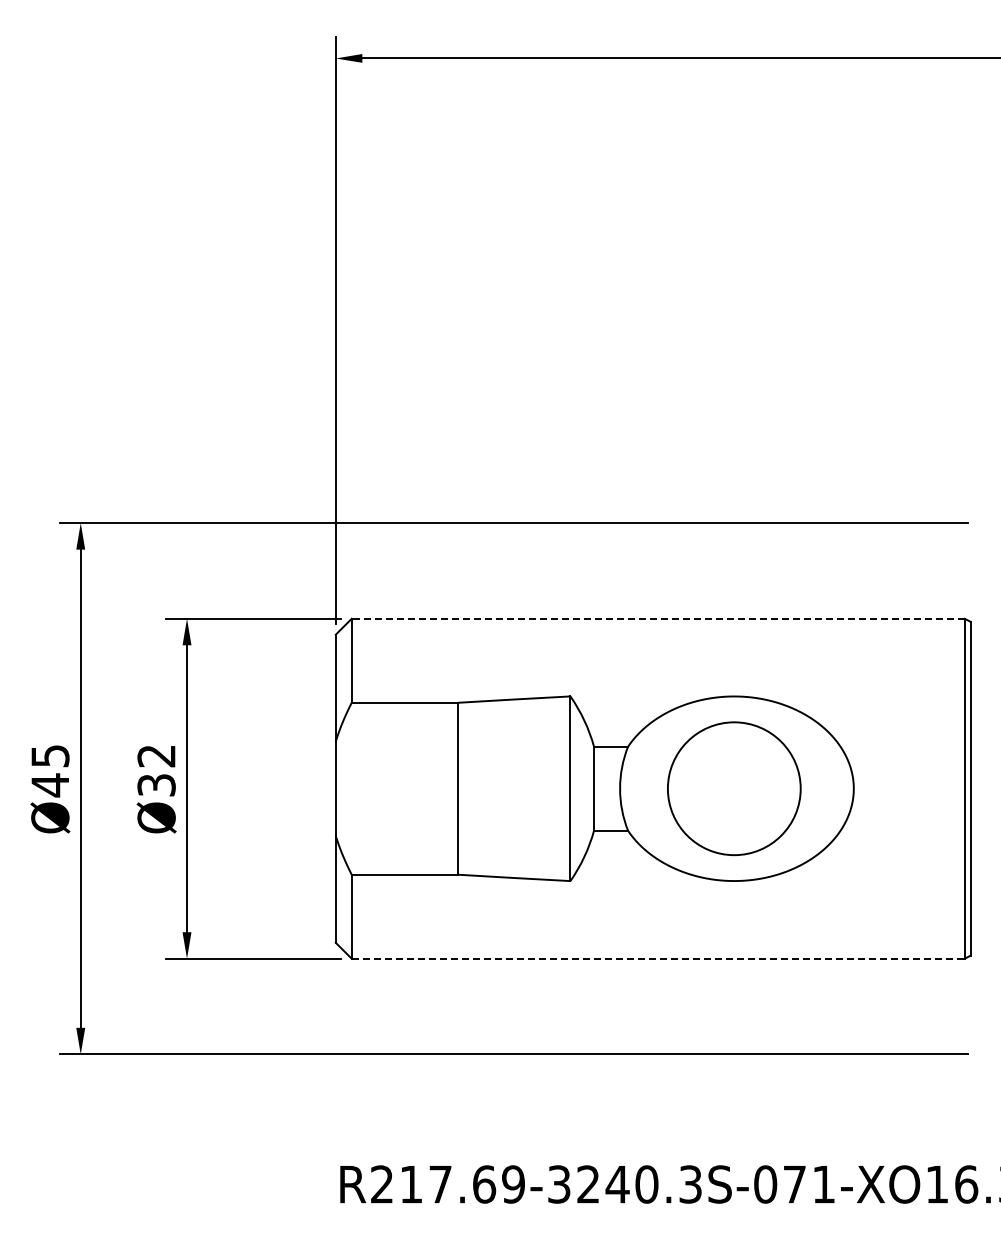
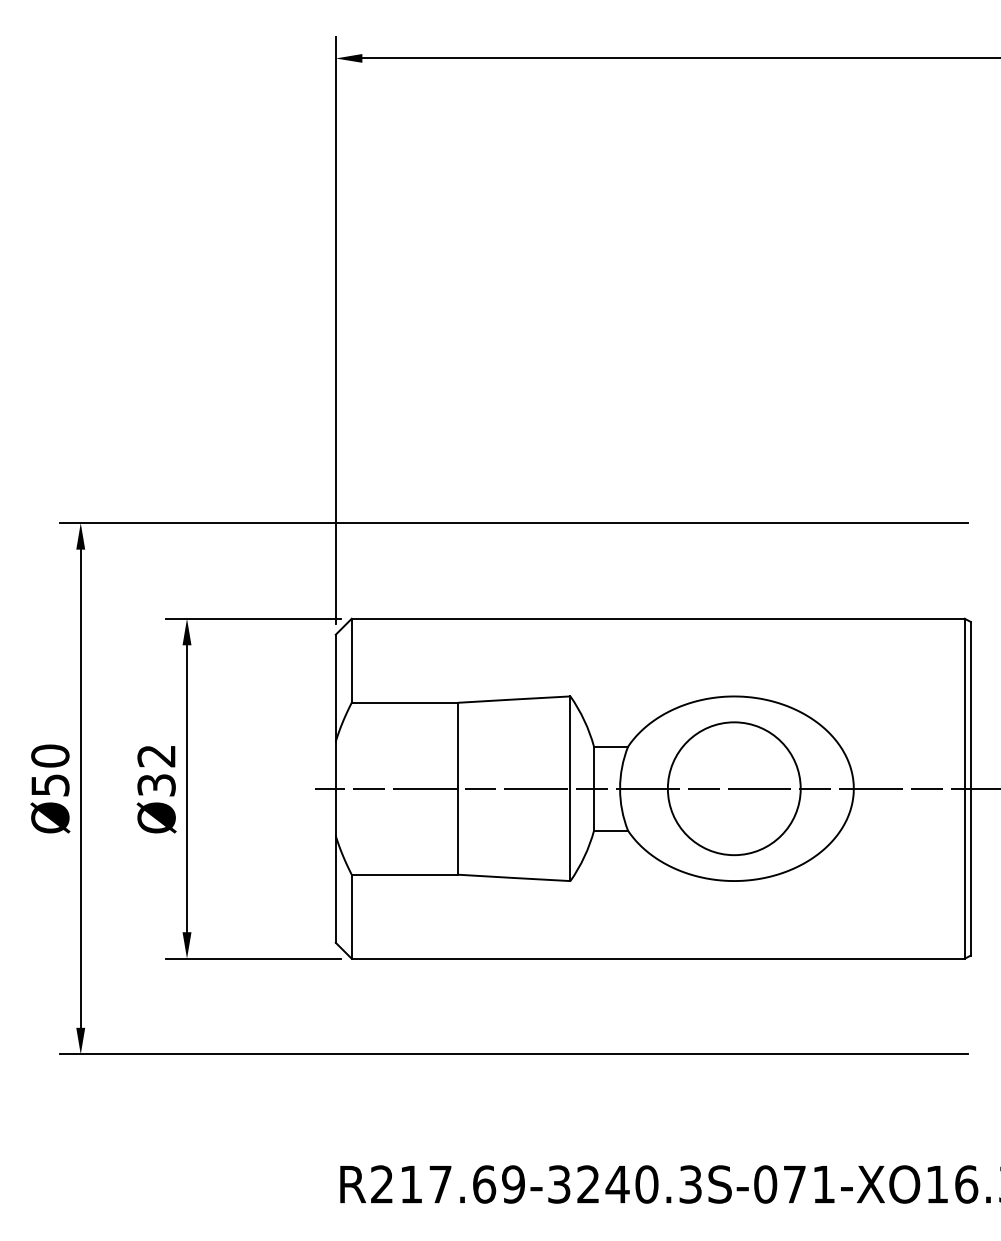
line at (658, 618): dashed -> solid
text at (50, 770): Ø45 -> Ø50
line at (655, 788): none -> present
line at (658, 958): dashed -> solid
